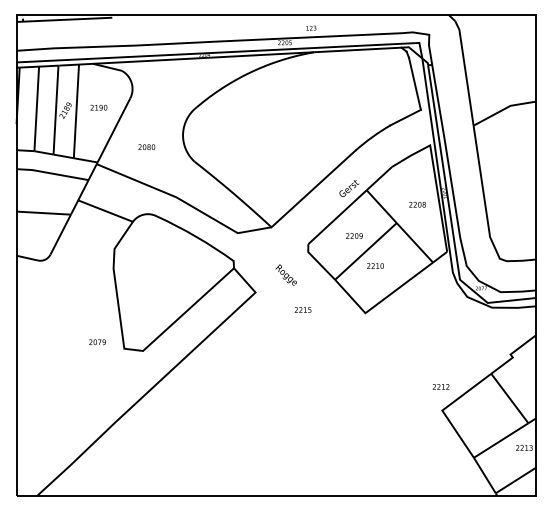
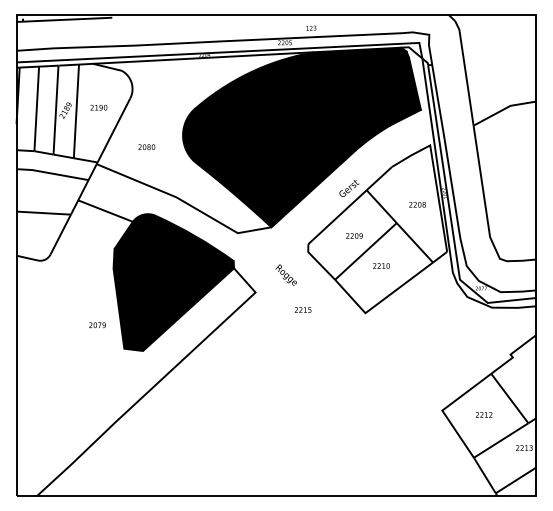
fill at (301, 137): none -> present
text at (375, 265) position: (375, 265) -> (381, 265)
fill at (173, 282): none -> present
text at (97, 342) position: (97, 342) -> (97, 325)
text at (440, 386) position: (440, 386) -> (483, 414)
